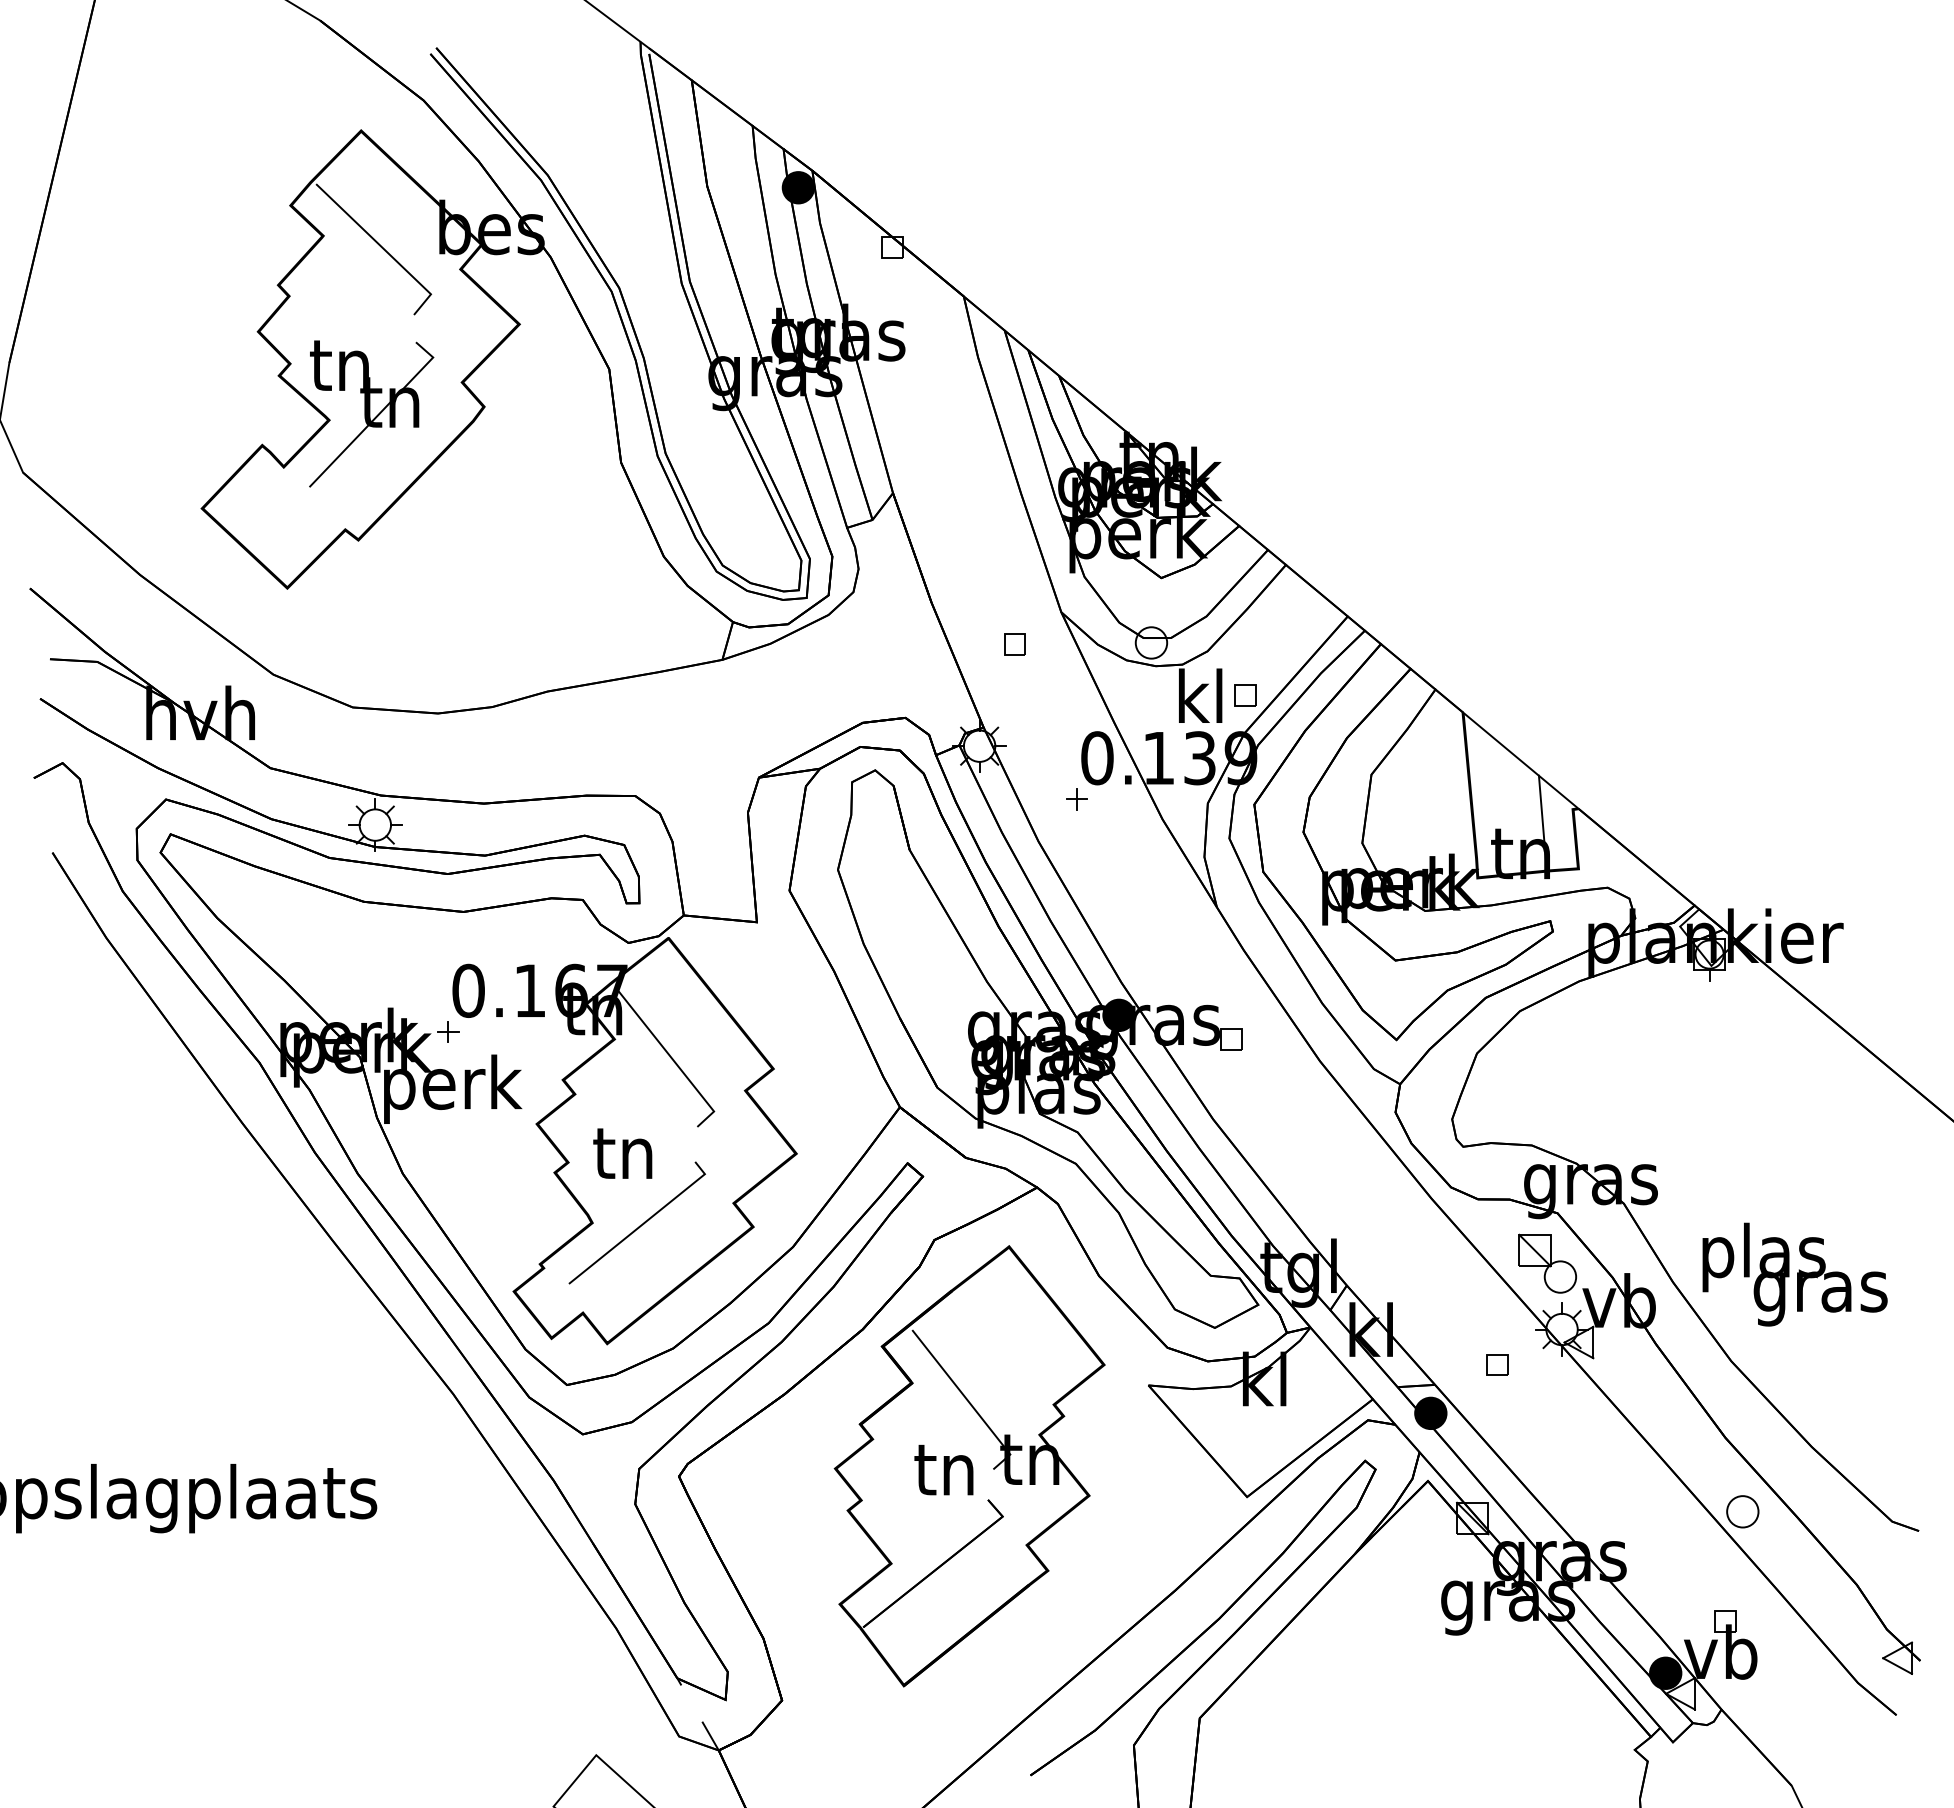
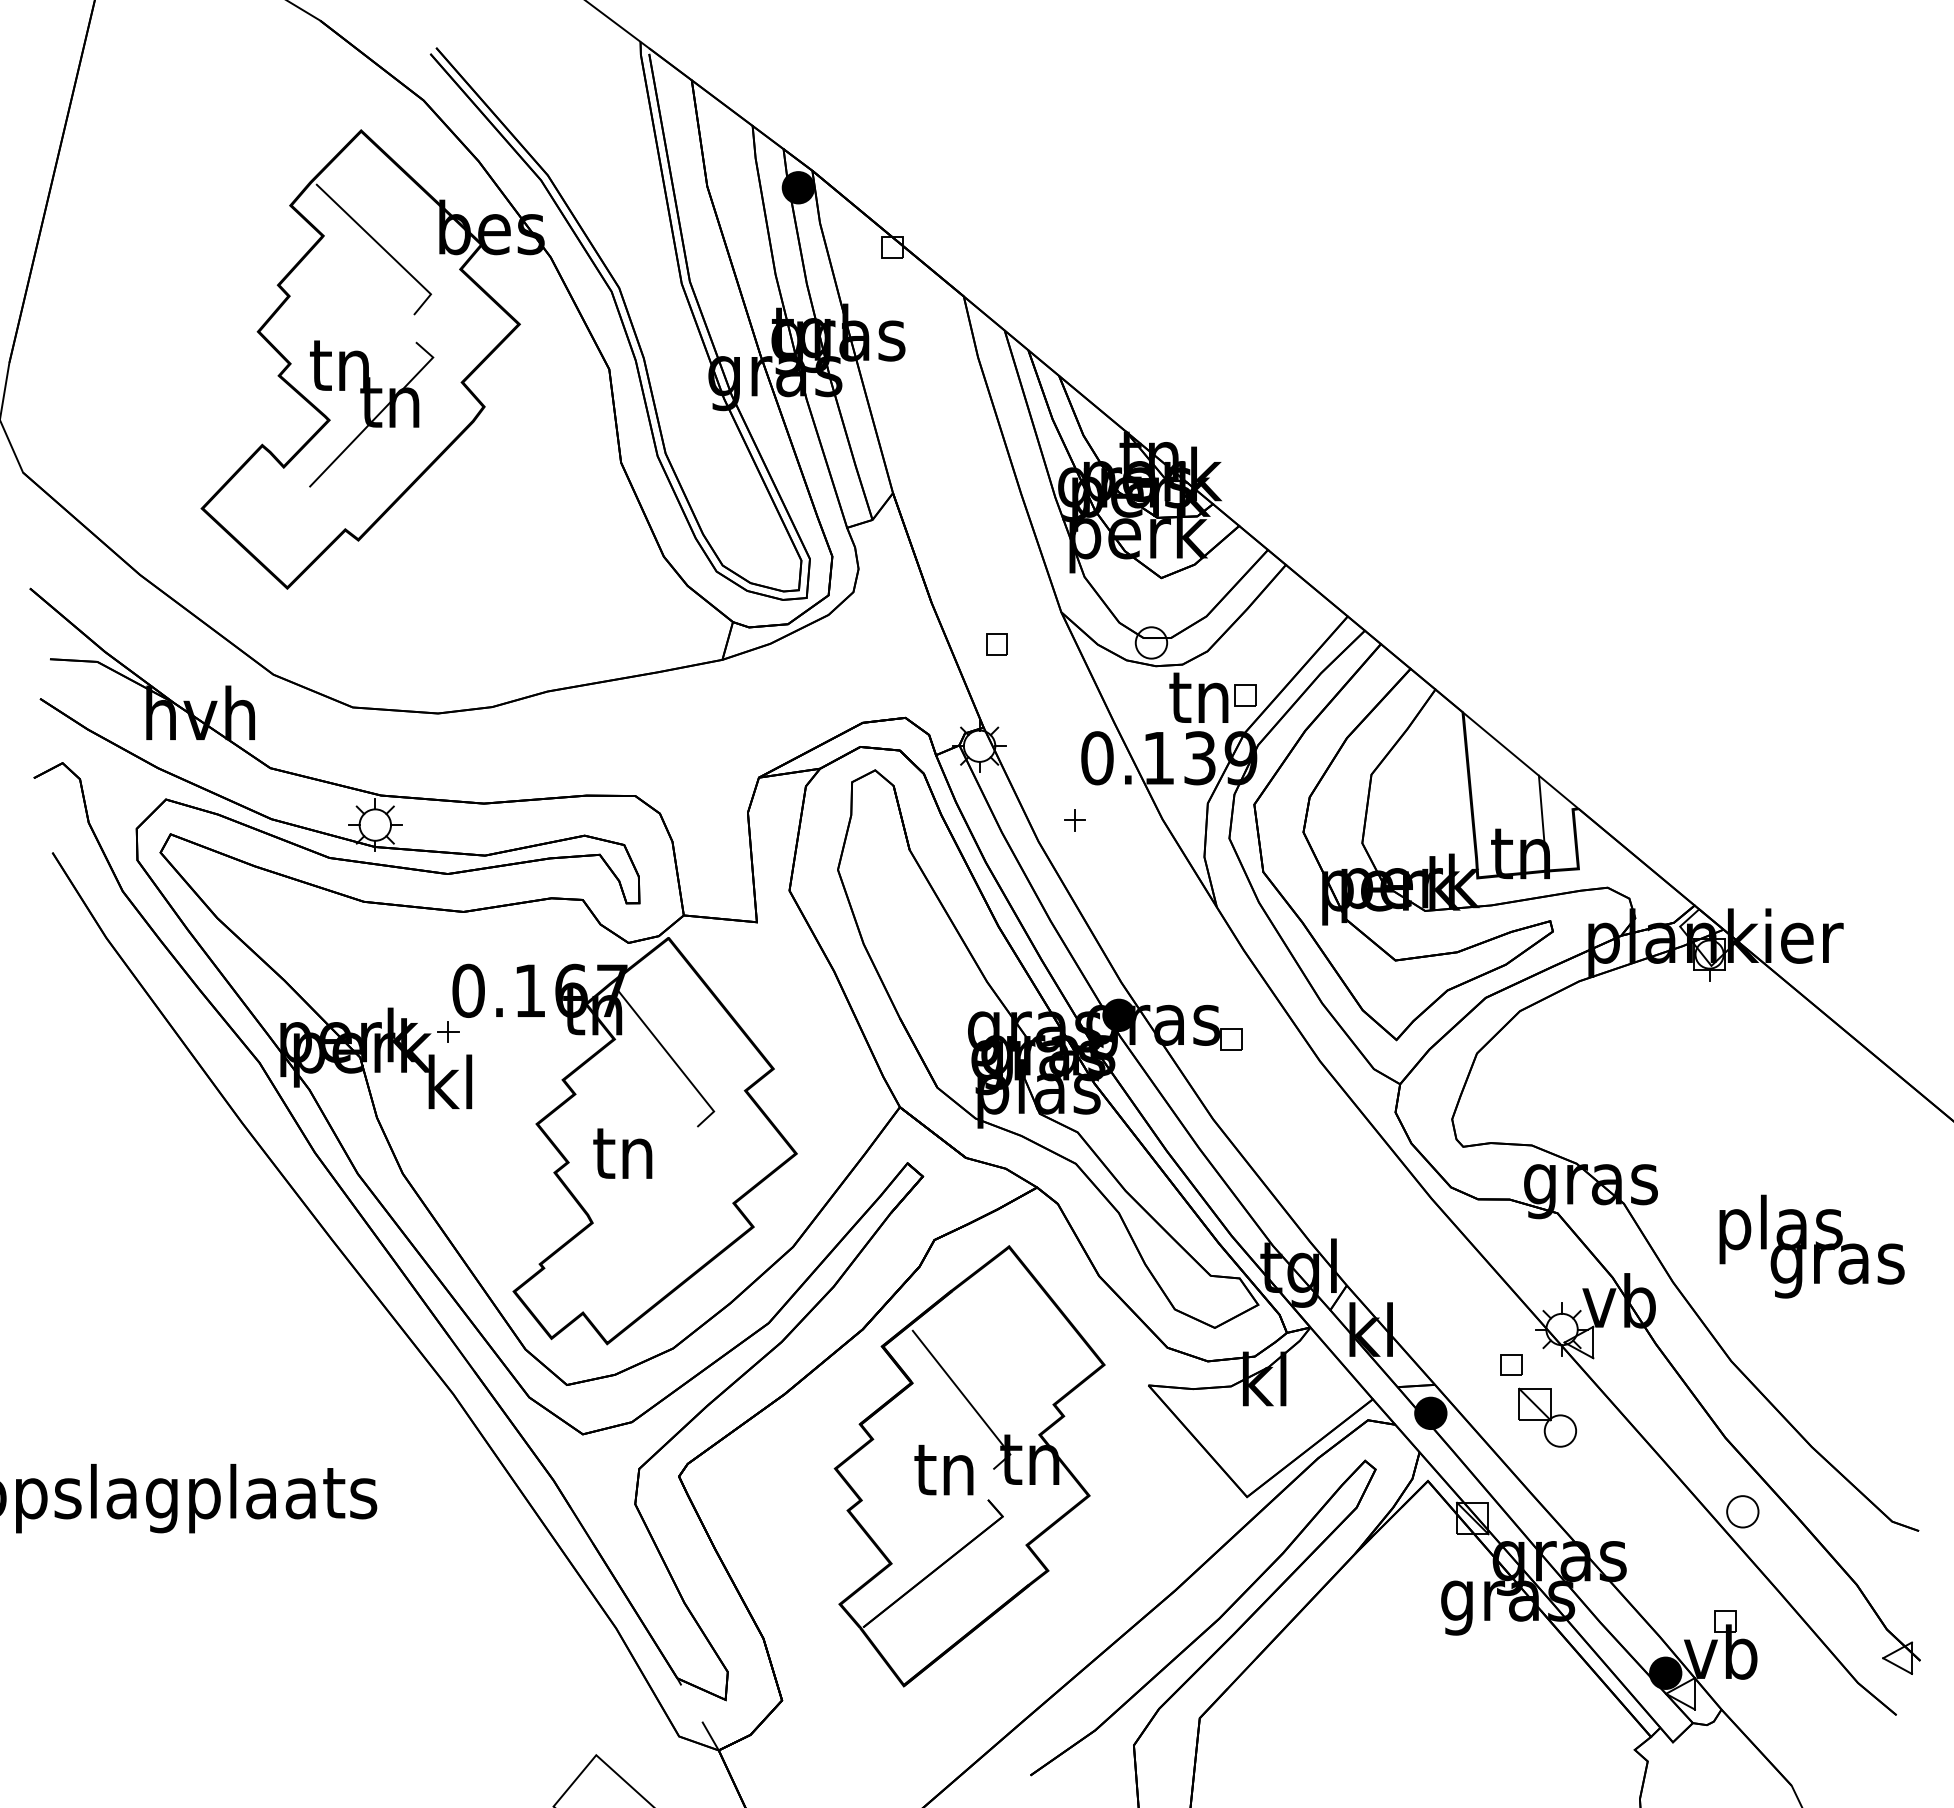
part at (1014, 644) position: (1014, 644) -> (996, 644)
text at (1198, 695): kl -> tn
part at (1076, 799) position: (1076, 799) -> (1074, 820)
text at (453, 1088): perk -> kl
line at (639, 1225): present -> none
part at (1547, 1263) position: (1547, 1263) -> (1547, 1417)
text at (1794, 1274) position: (1794, 1274) -> (1811, 1246)
part at (1497, 1364) position: (1497, 1364) -> (1511, 1364)
